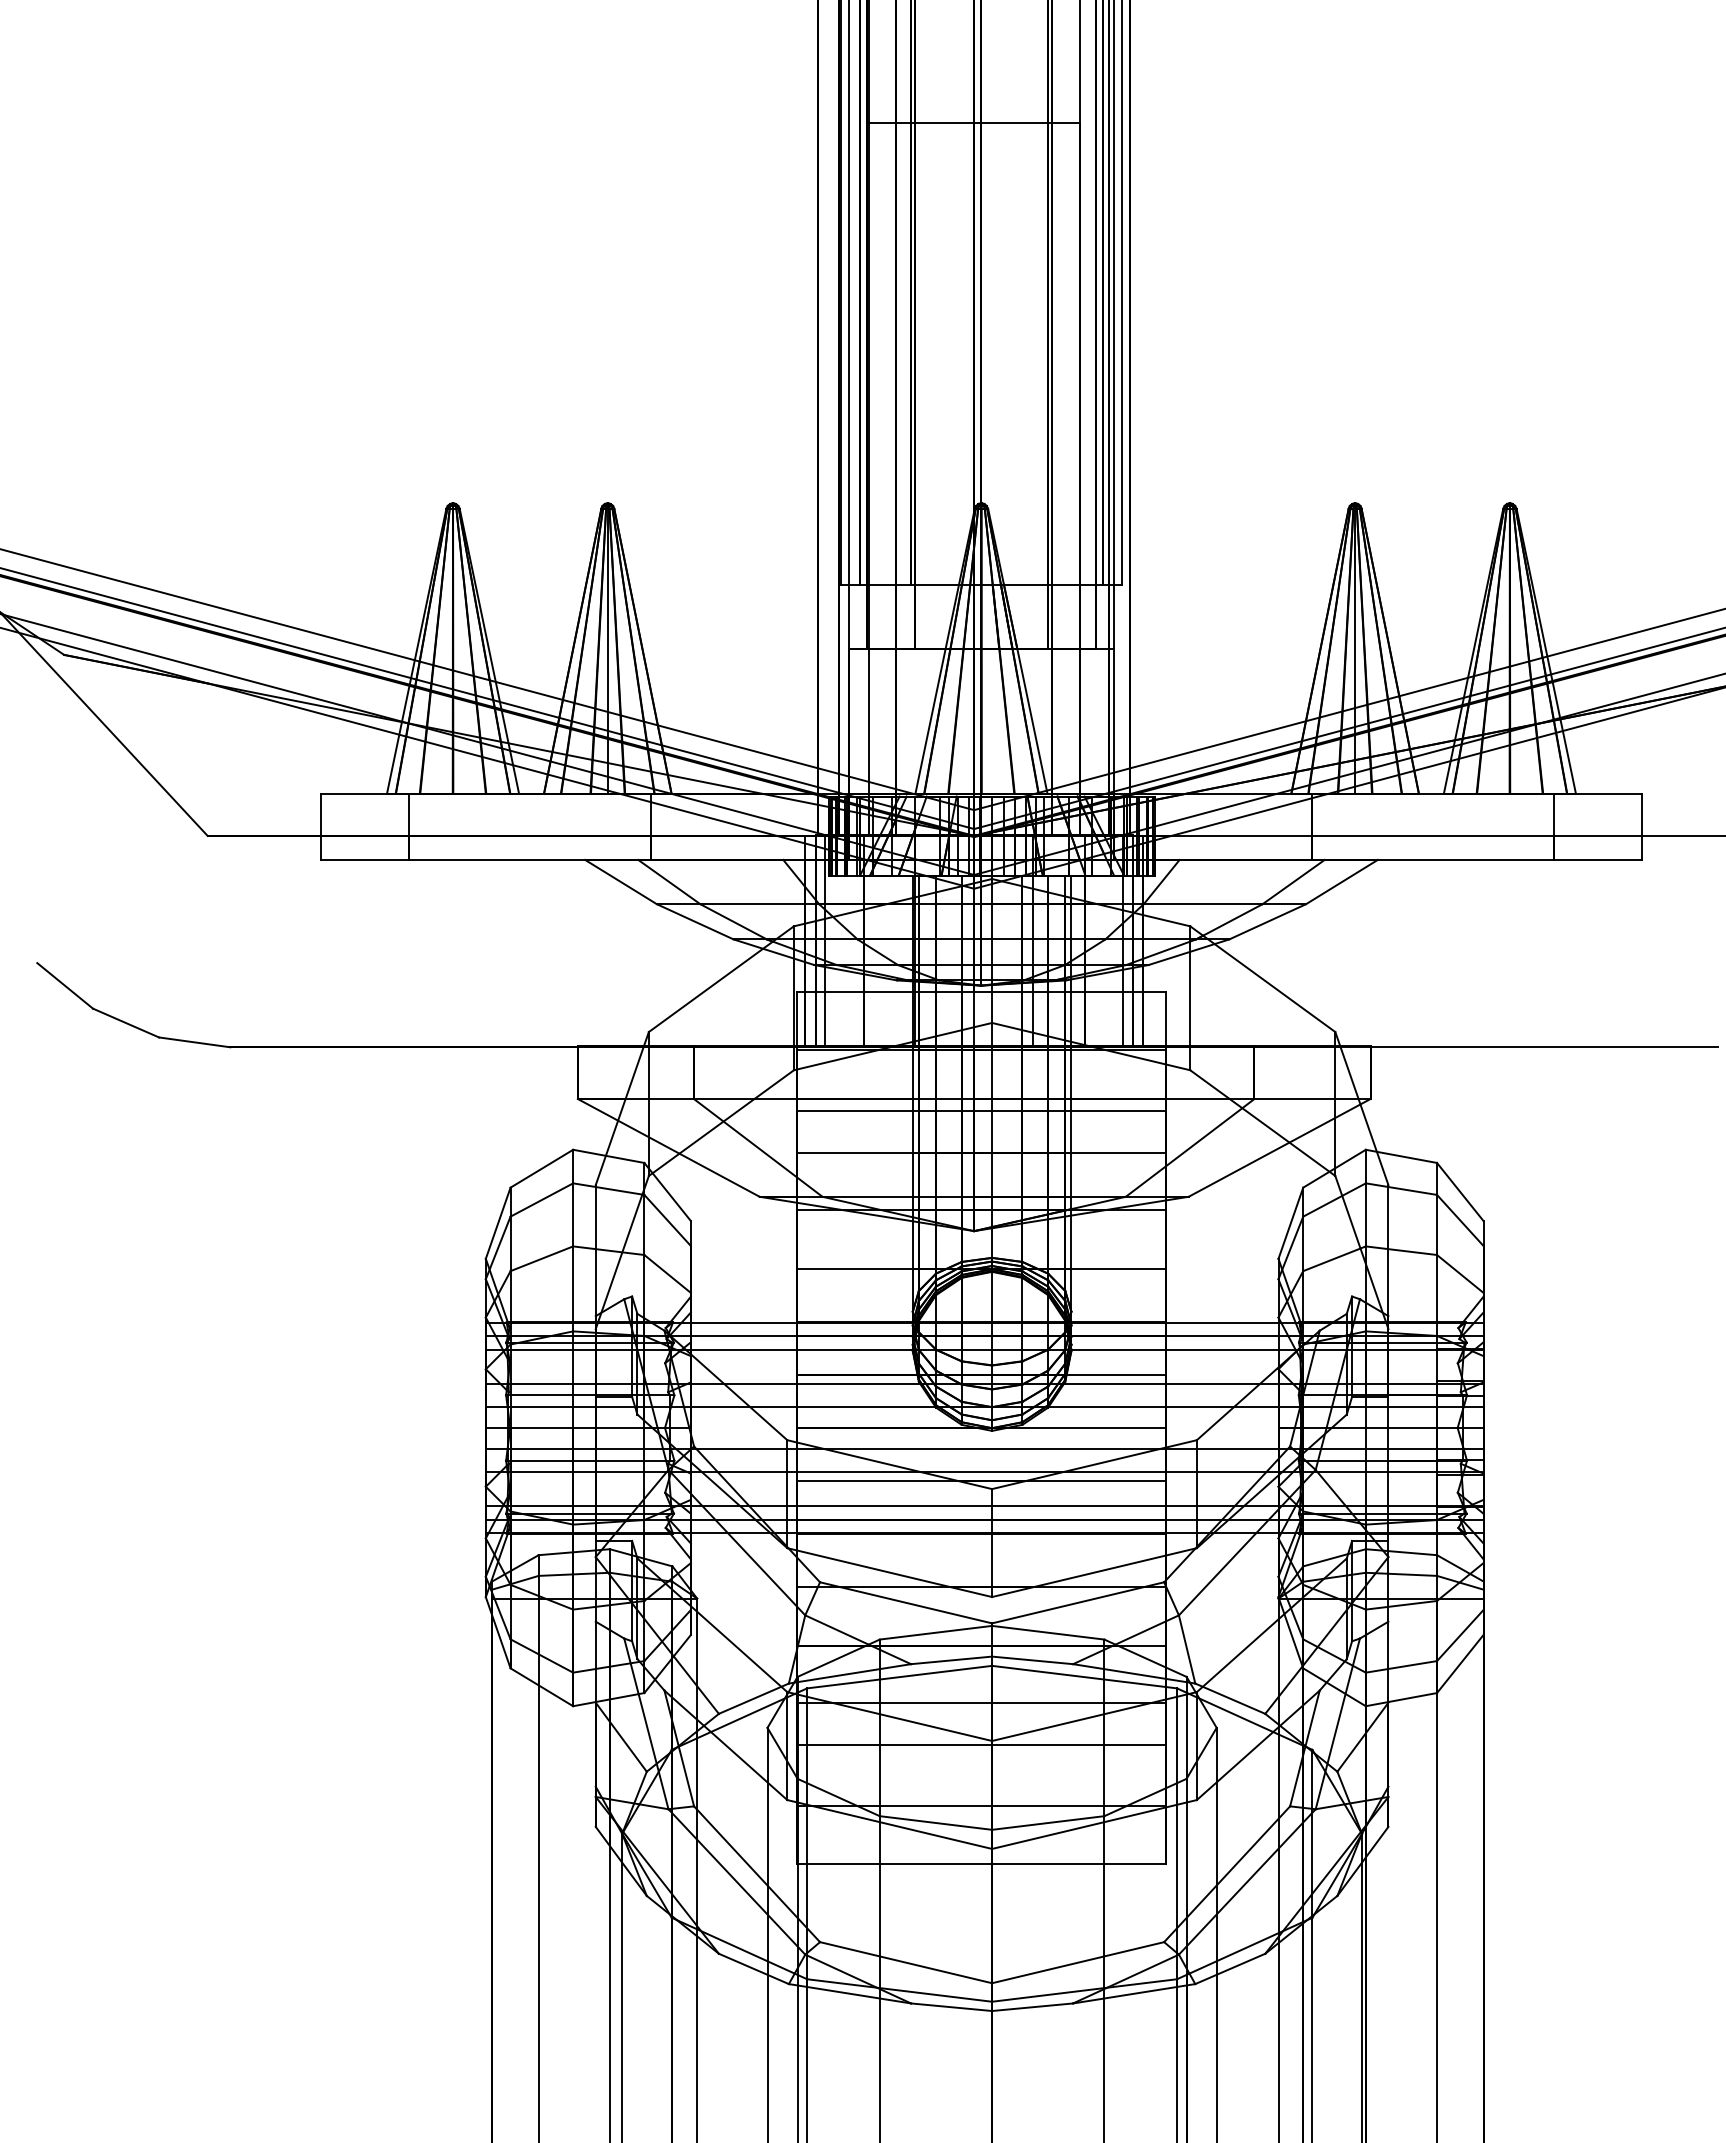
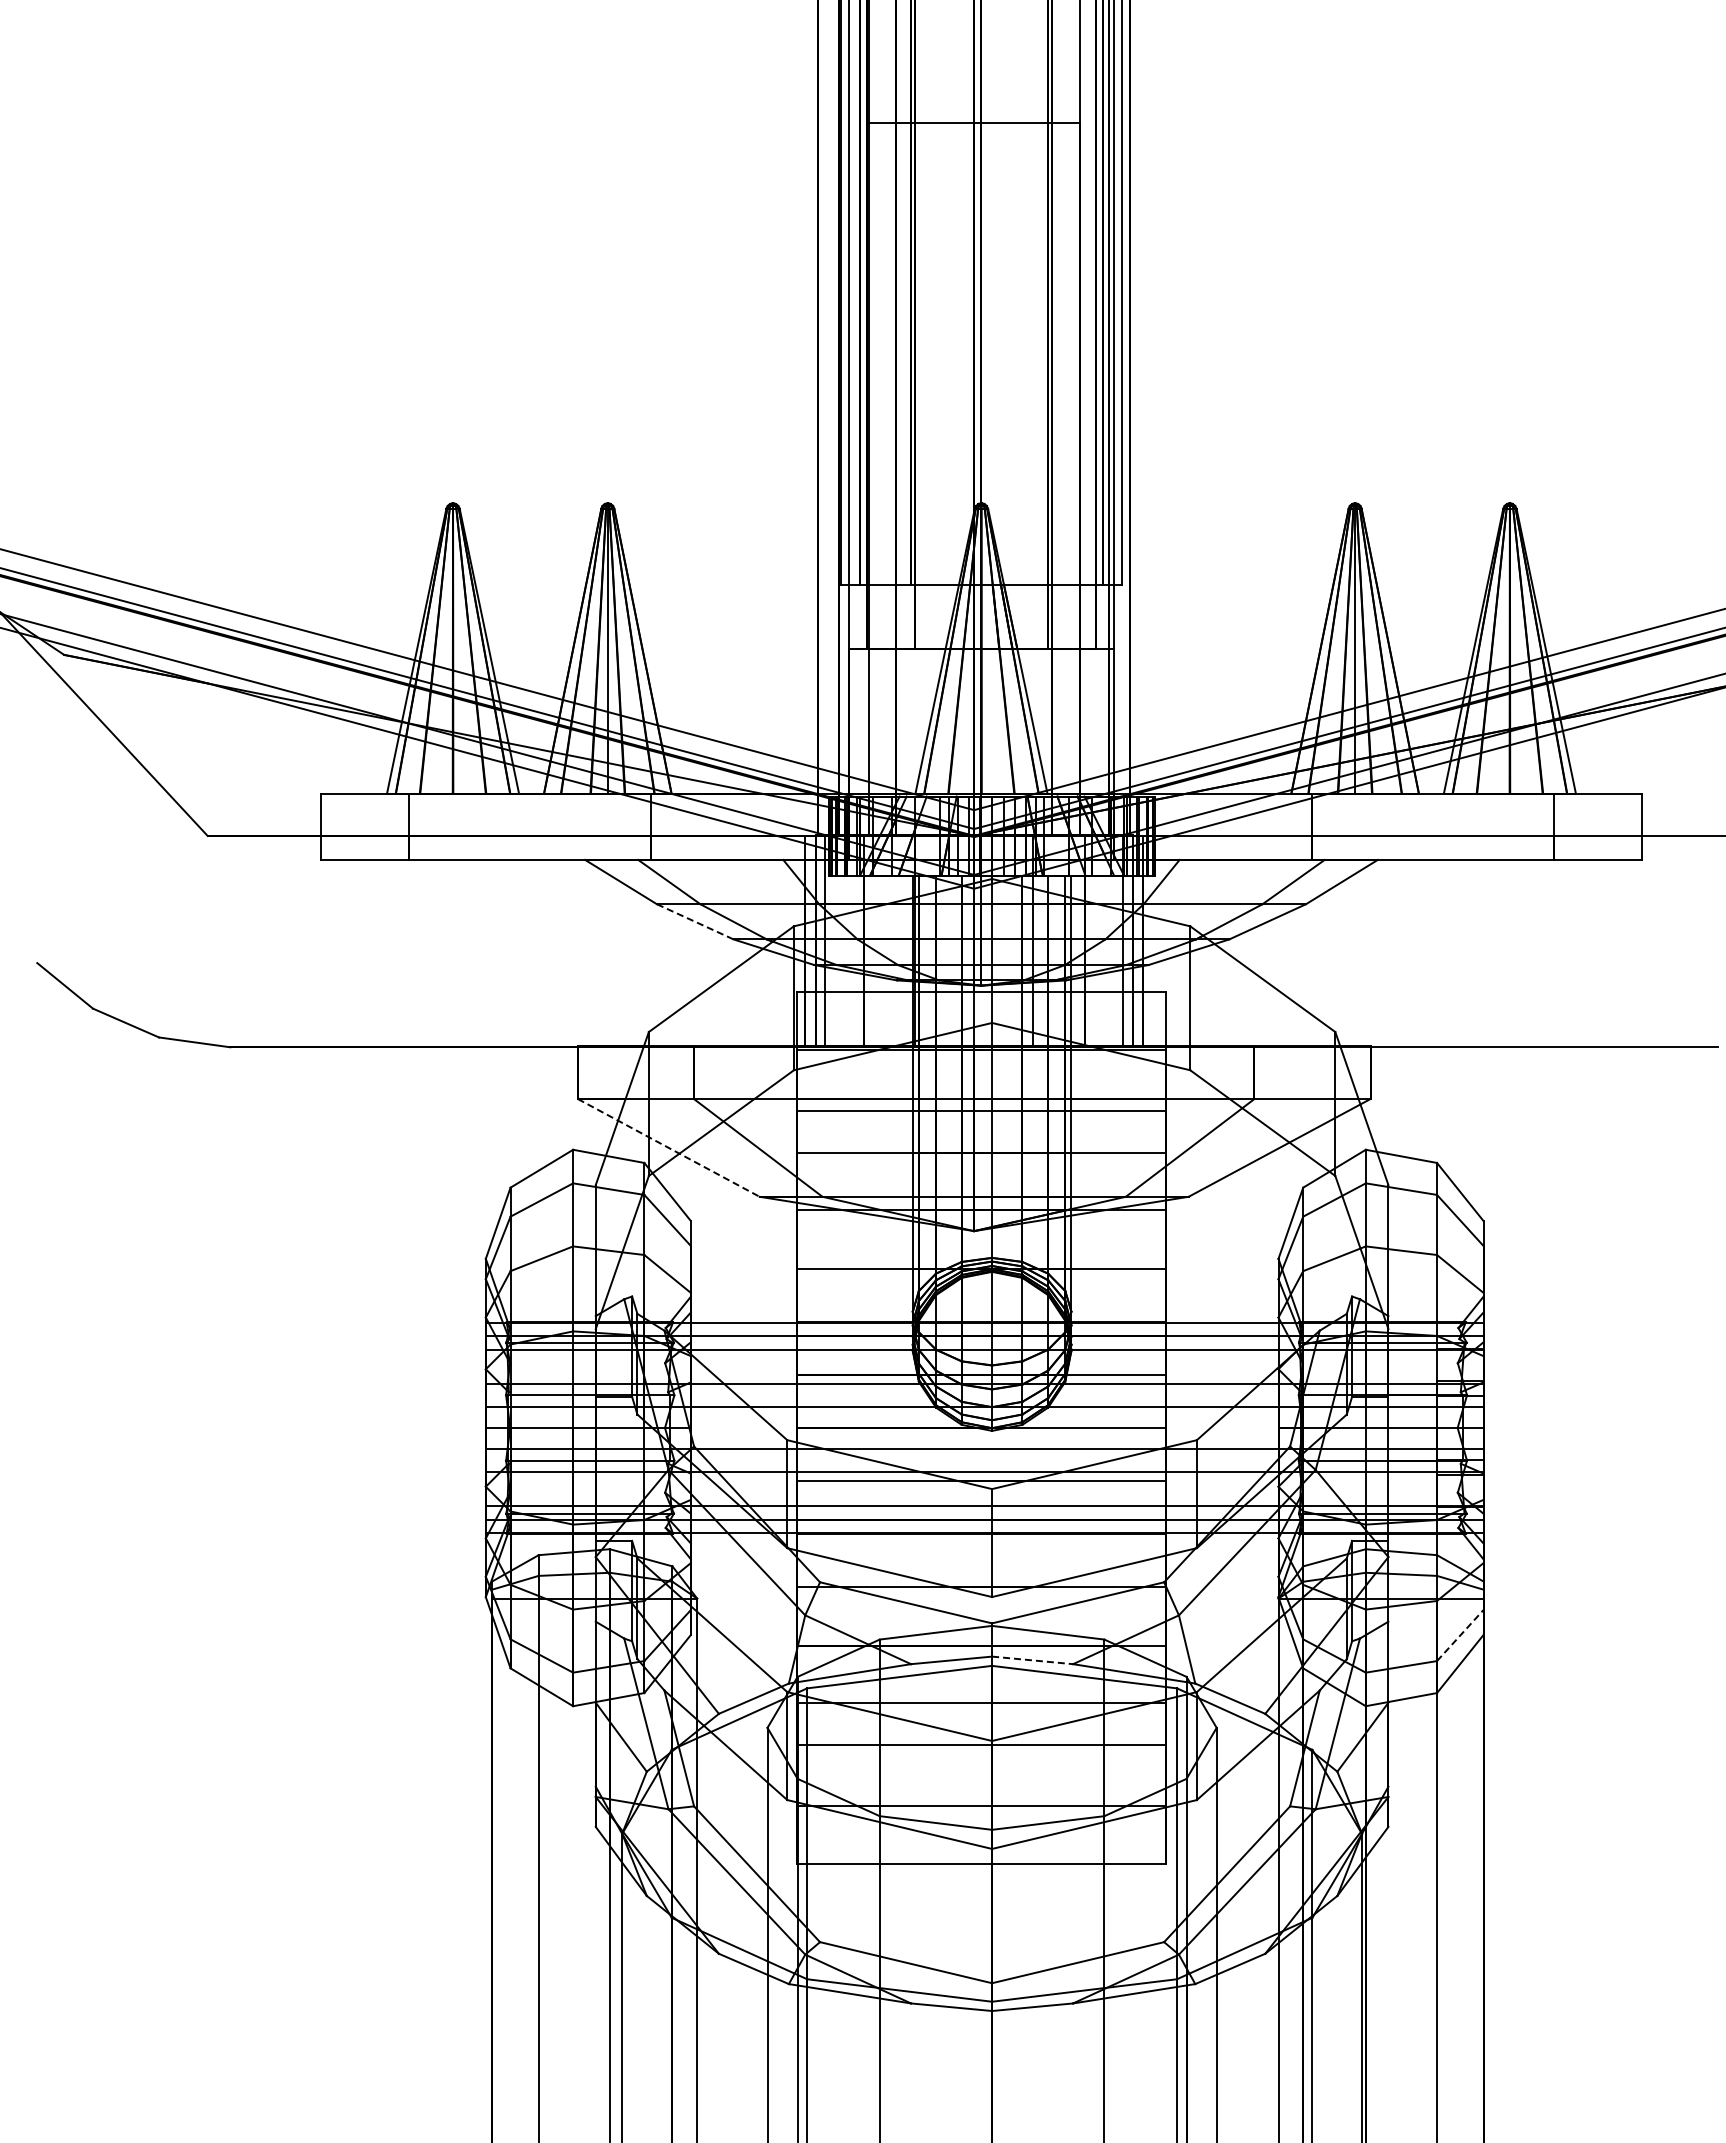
line at (695, 922): solid -> dashed
line at (669, 1148): solid -> dashed
line at (1460, 1635): solid -> dashed
line at (1032, 1660): solid -> dashed
